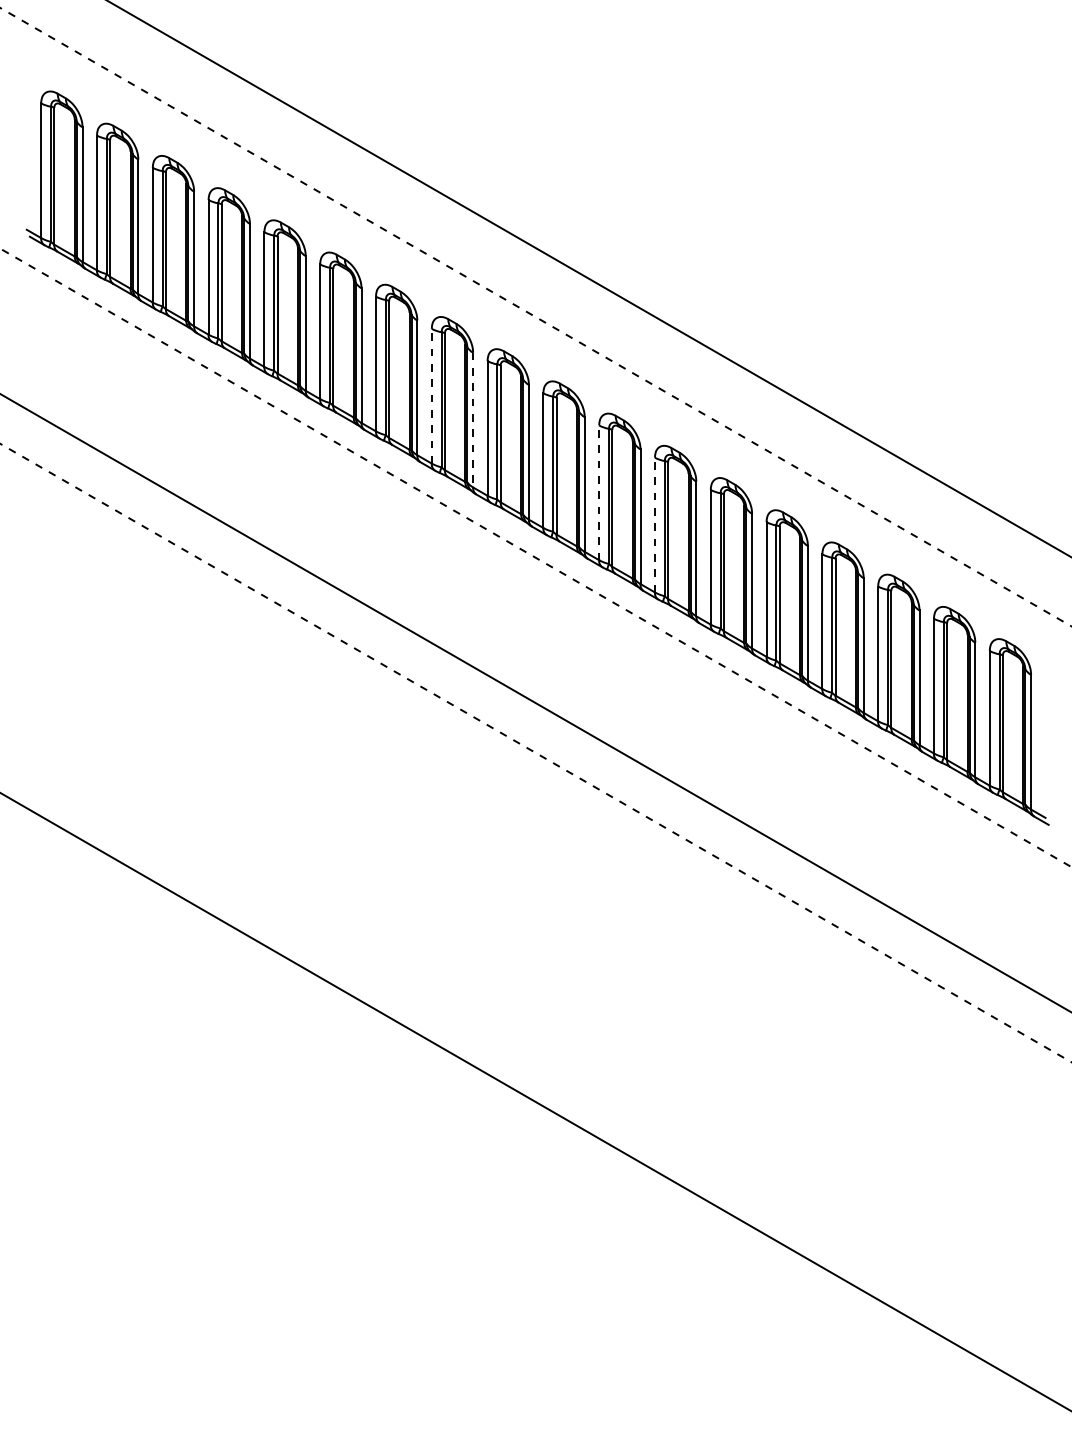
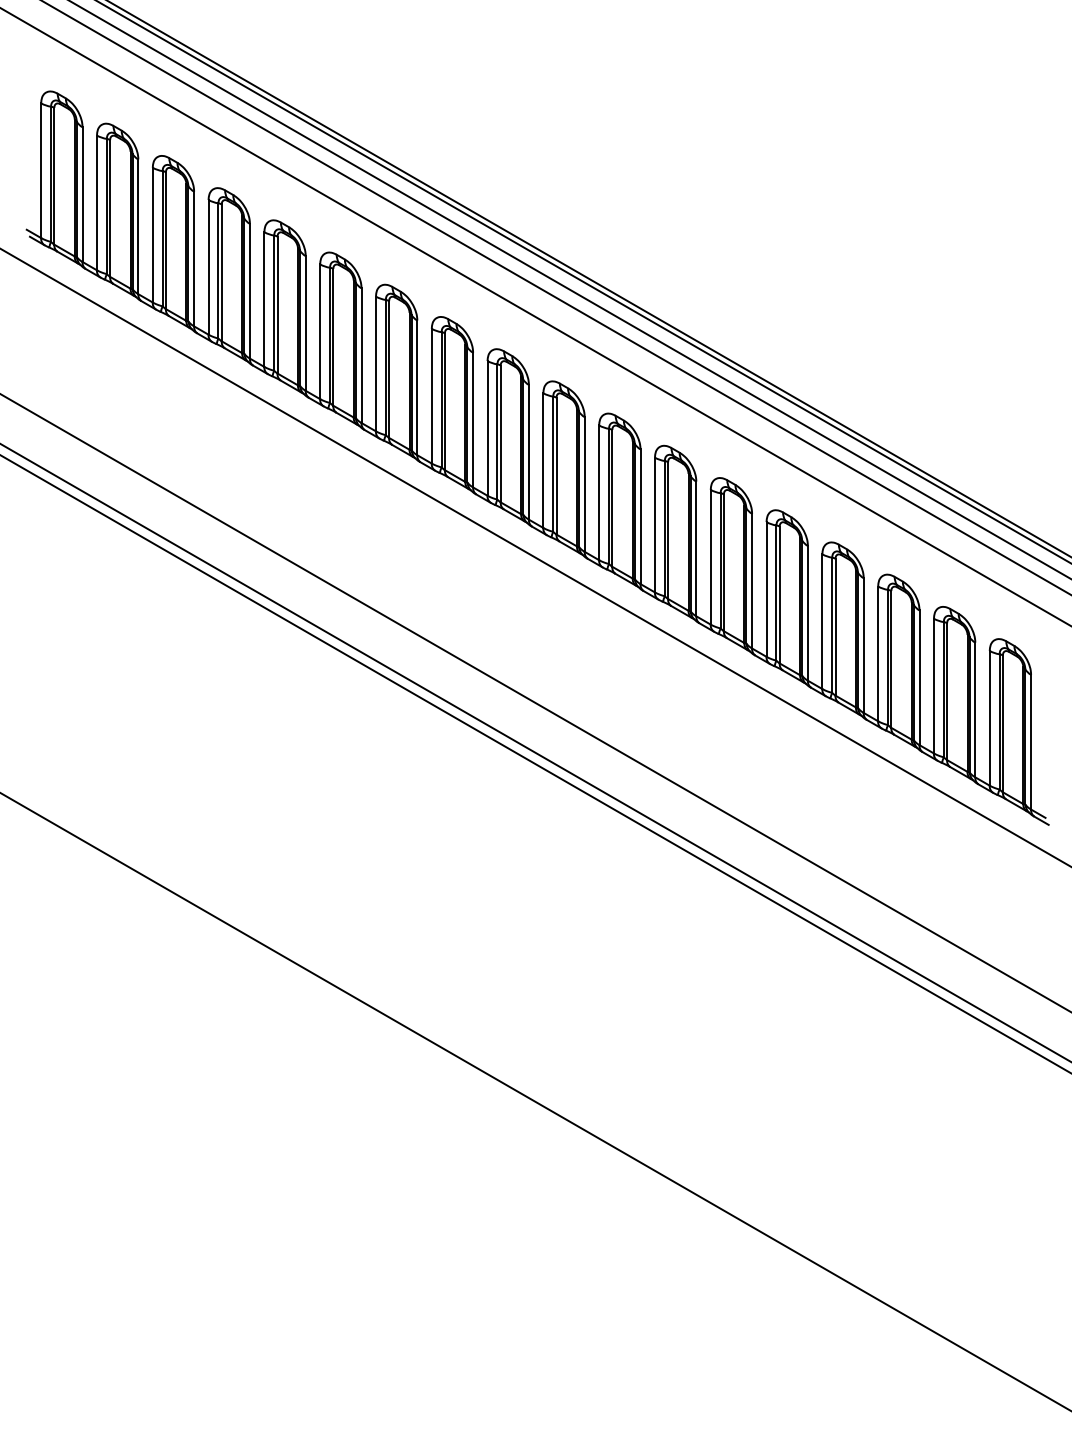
line at (583, 282): none -> present
line at (570, 289): none -> present
line at (556, 297): none -> present
line at (536, 317): dashed -> solid
line at (431, 395): dashed -> solid
line at (473, 420): dashed -> solid
line at (599, 492): dashed -> solid
line at (654, 524): dashed -> solid
line at (536, 557): dashed -> solid
line at (535, 752): dashed -> solid
line at (535, 764): none -> present
